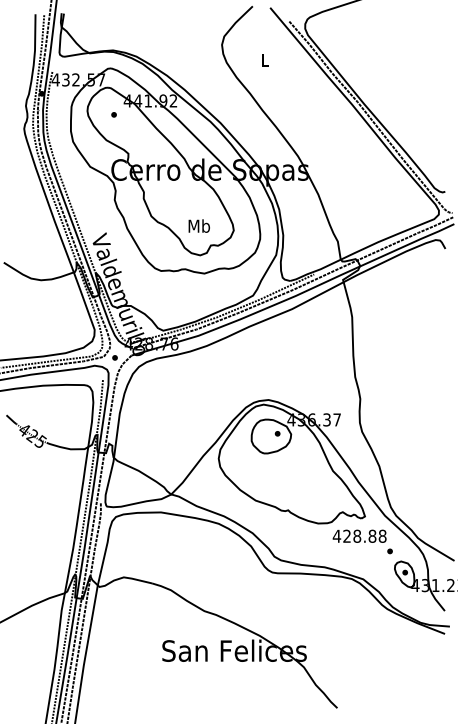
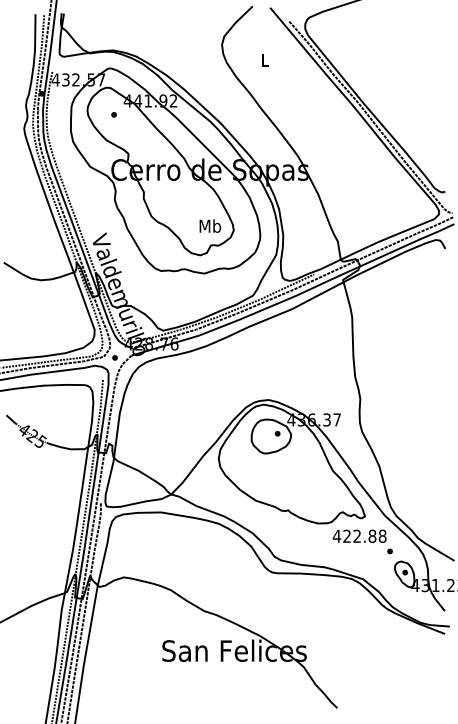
text at (198, 225) position: (198, 225) -> (209, 225)
text at (357, 535): 428.88 -> 422.88
